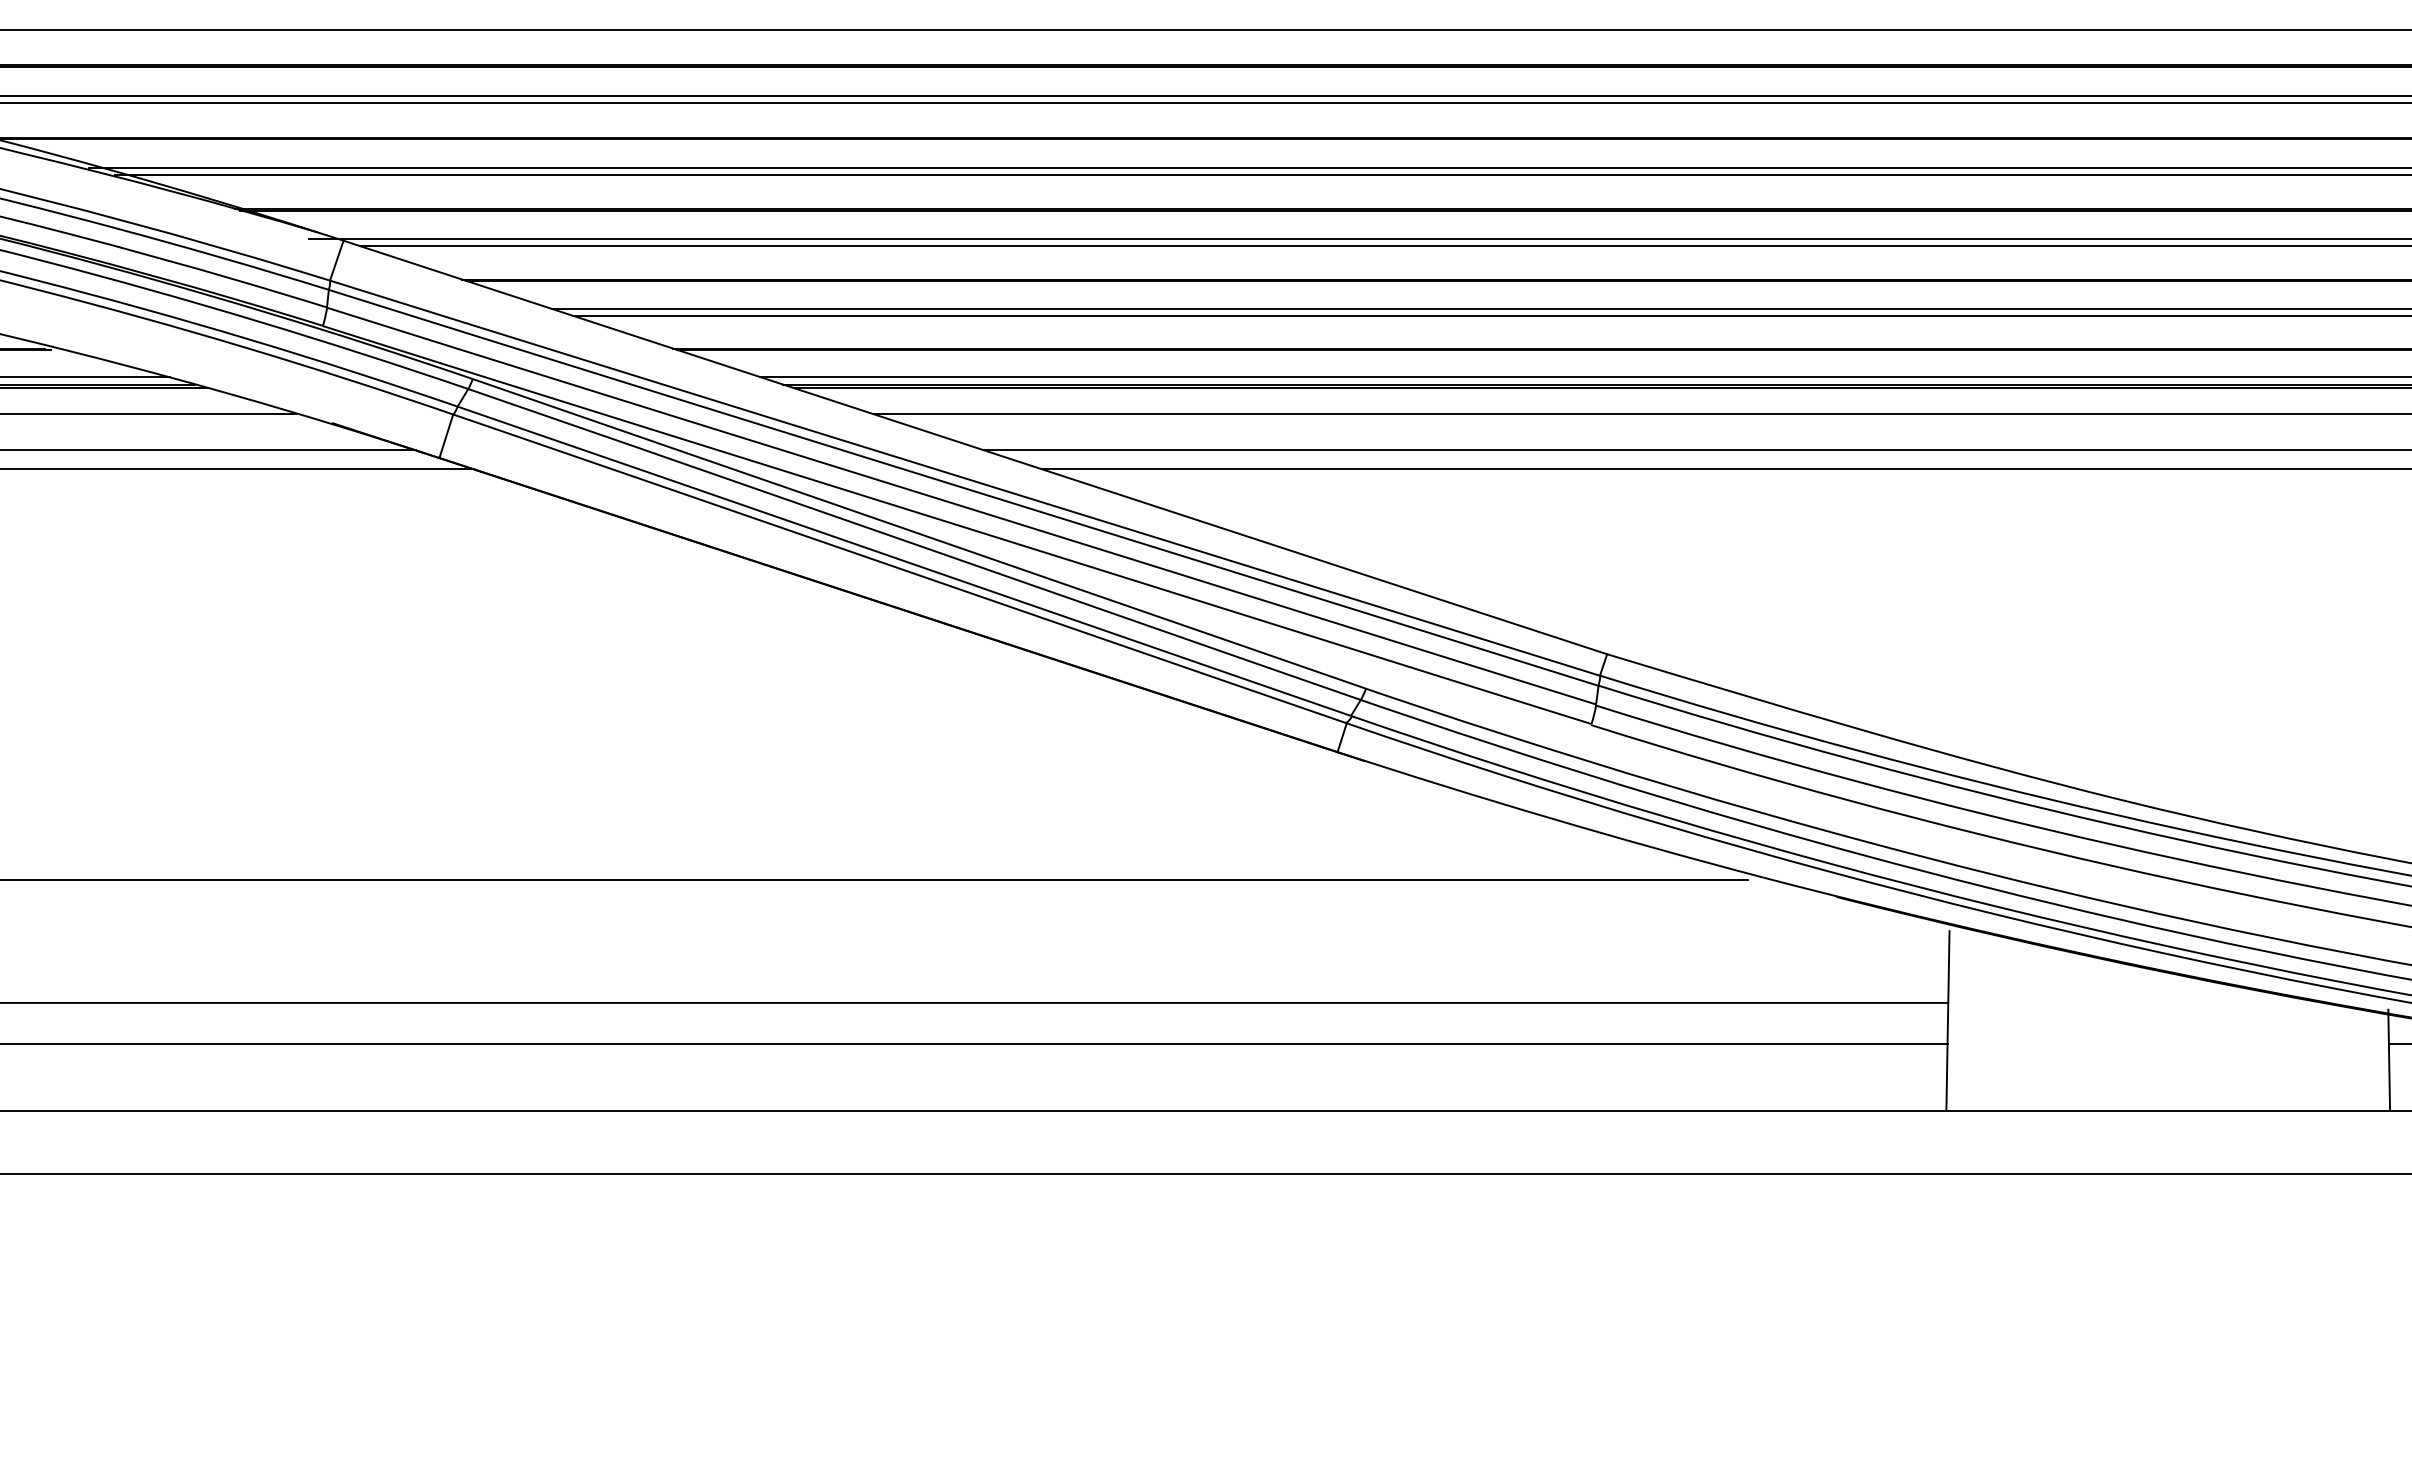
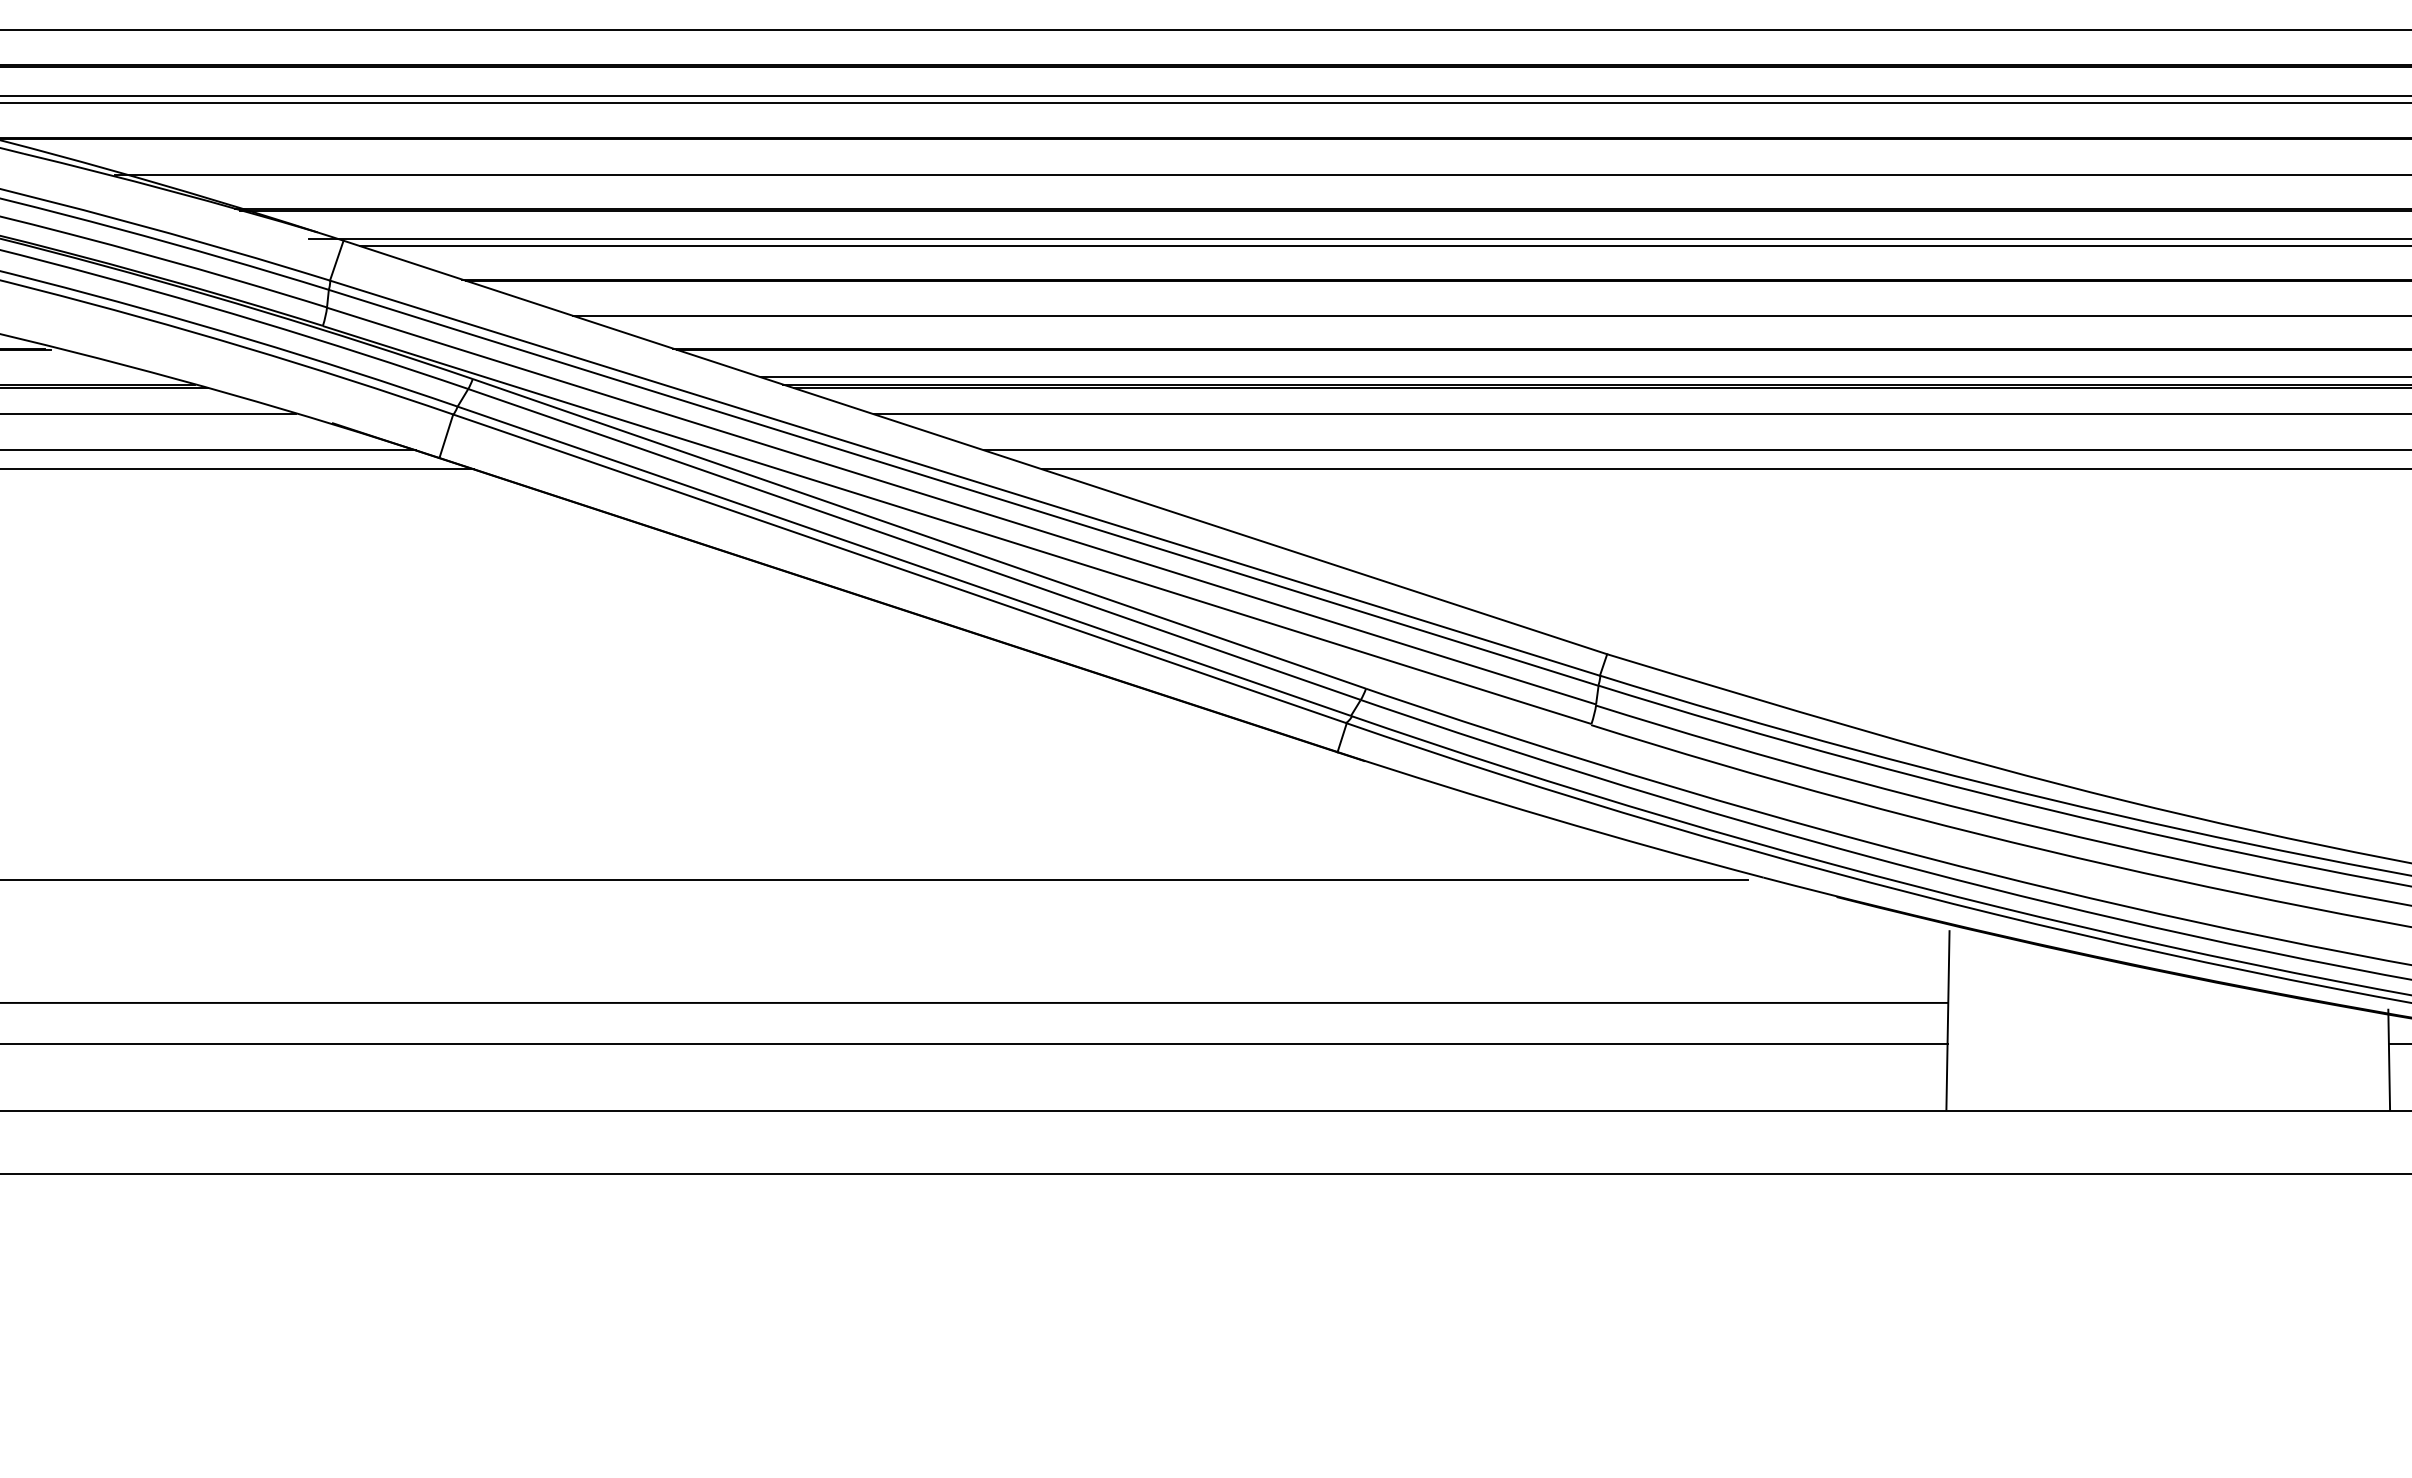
line at (1248, 168): present -> none
line at (1480, 308): present -> none
line at (86, 377): present -> none
